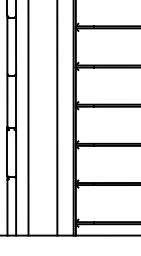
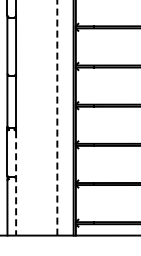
line at (57, 117): solid -> dashed
line at (28, 118): present -> none
line at (16, 183): solid -> dashed
